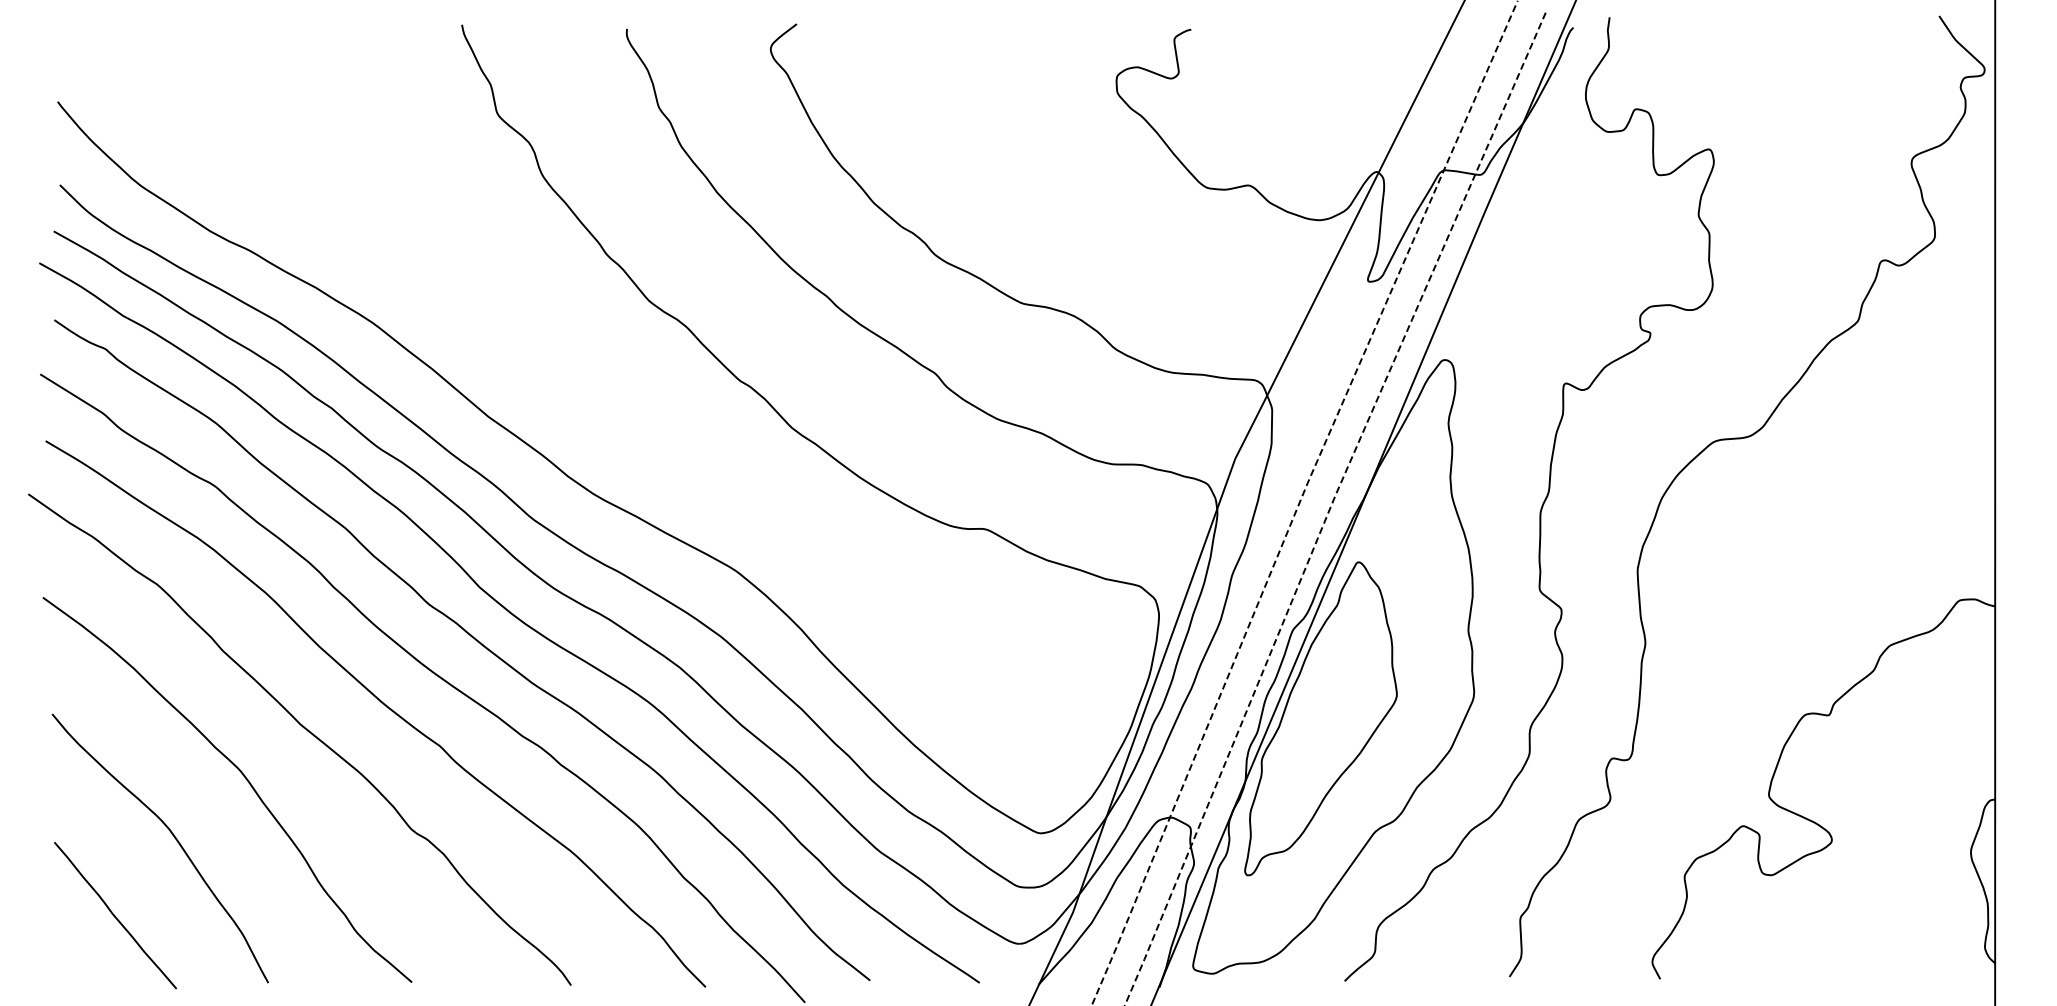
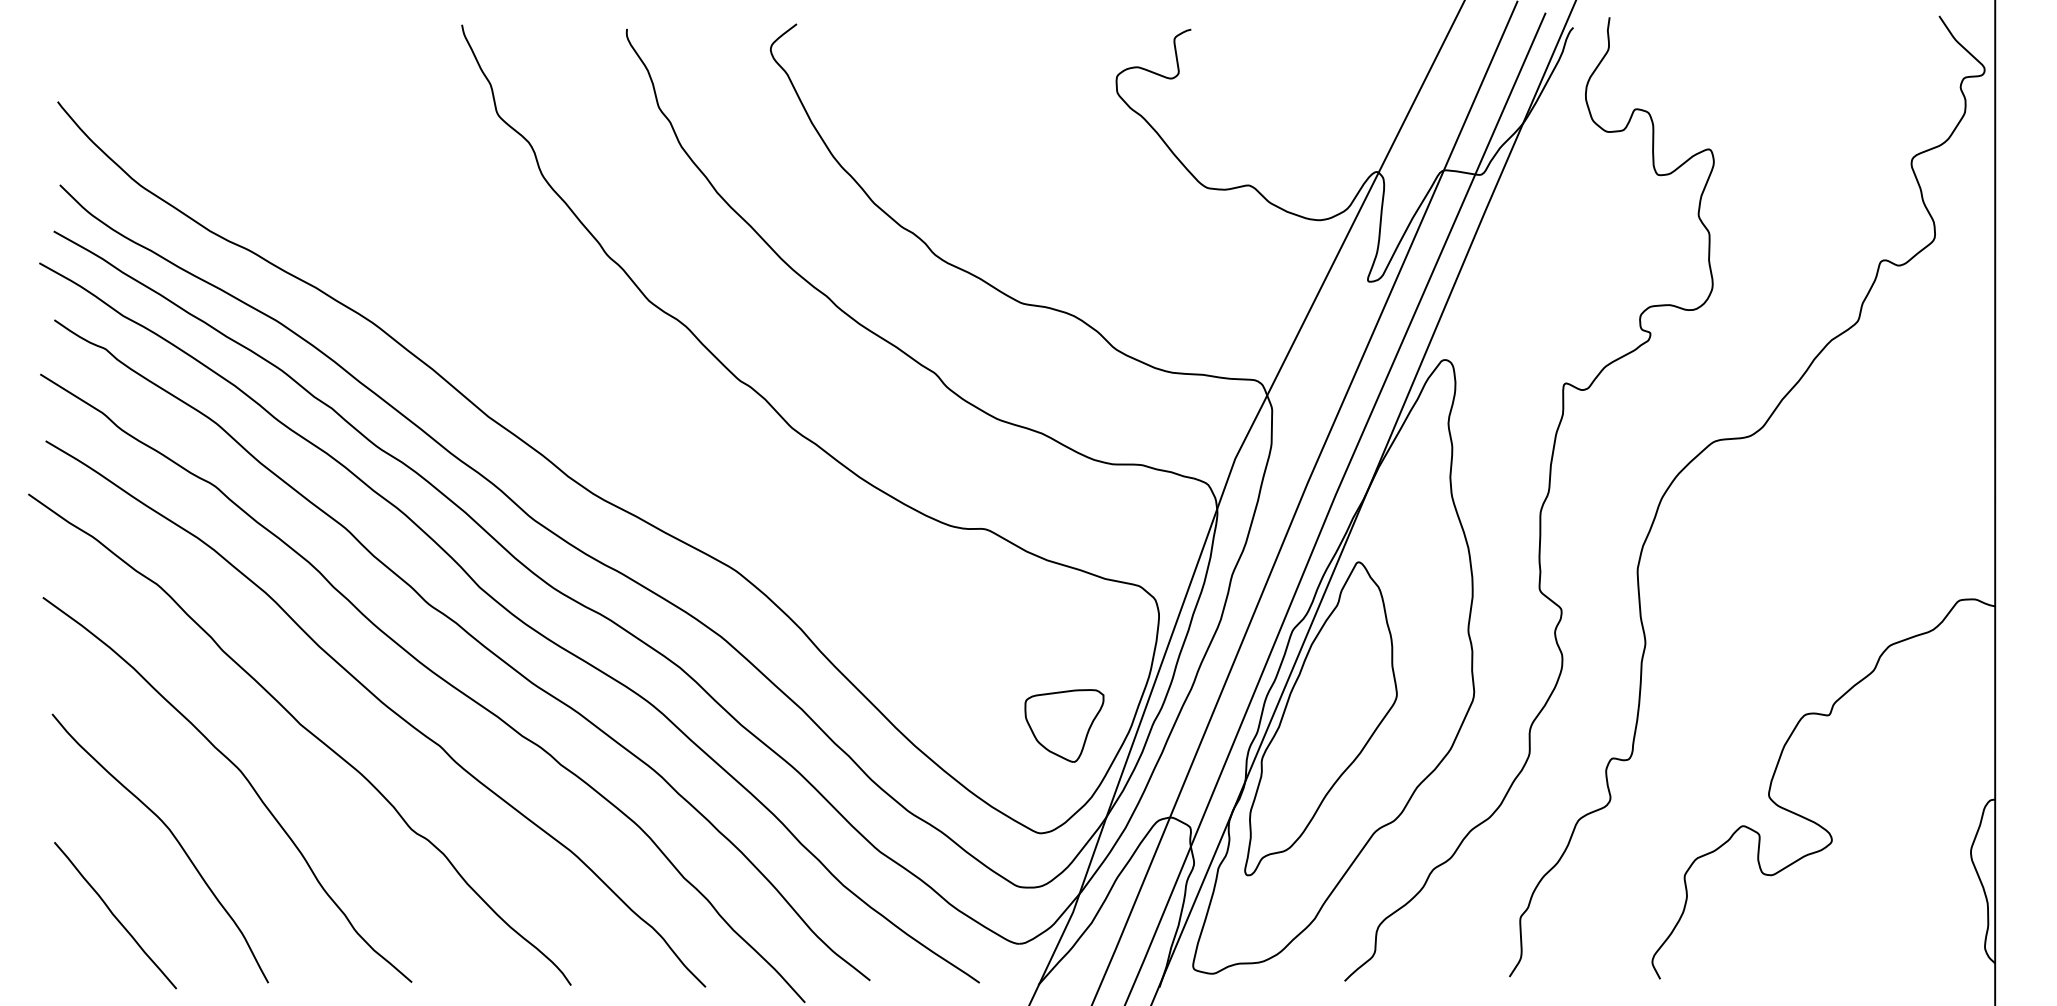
line at (1300, 501): dashed -> solid
line at (1330, 507): dashed -> solid
part at (1064, 725): none -> present
